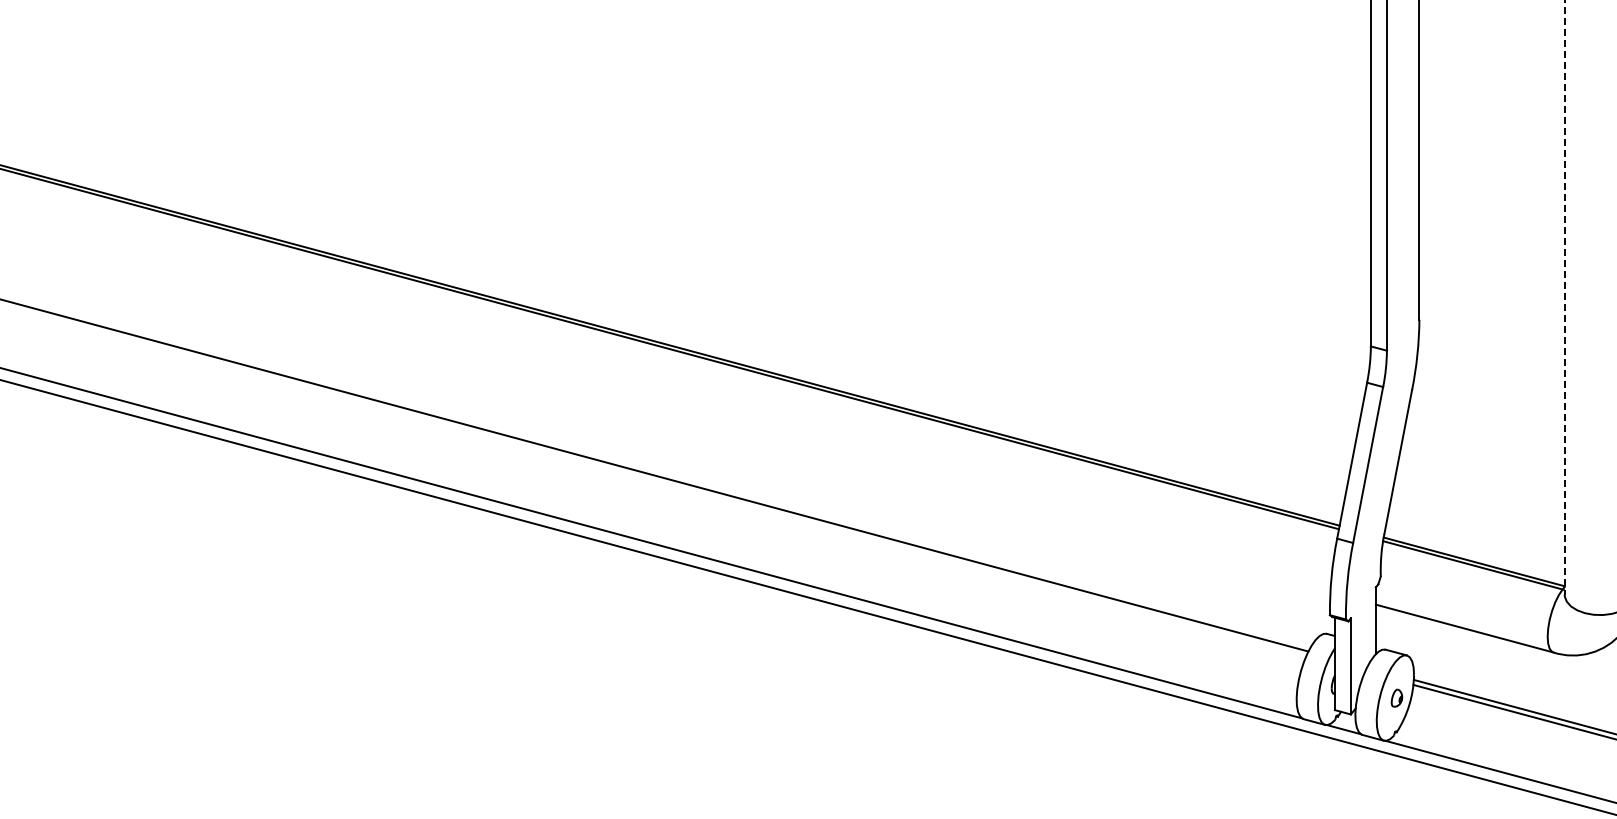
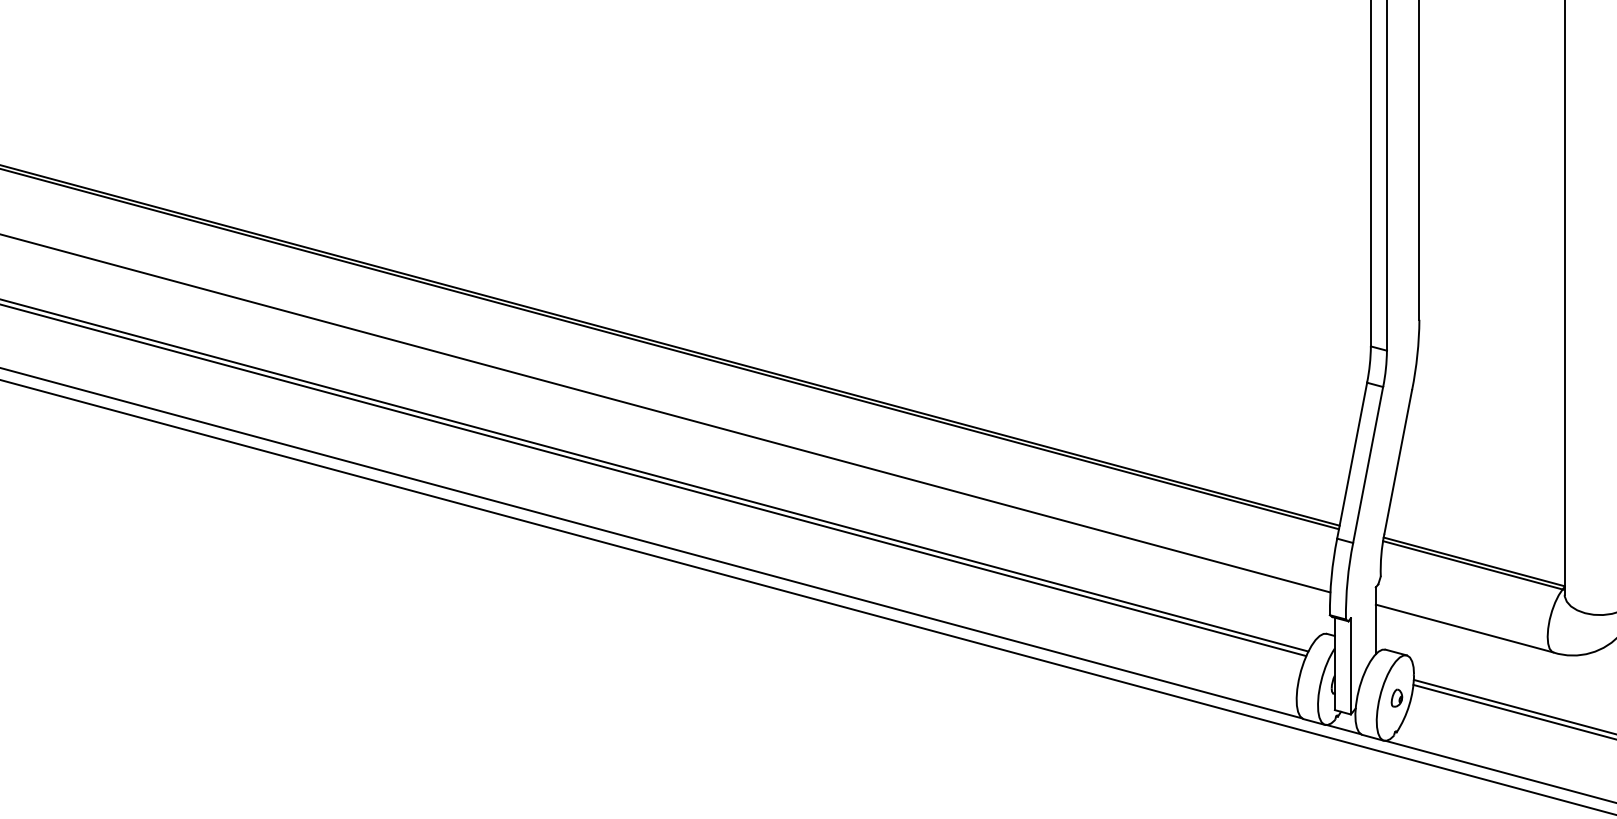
line at (1564, 297): dashed -> solid
line at (666, 413): none -> present
line at (654, 480): none -> present
